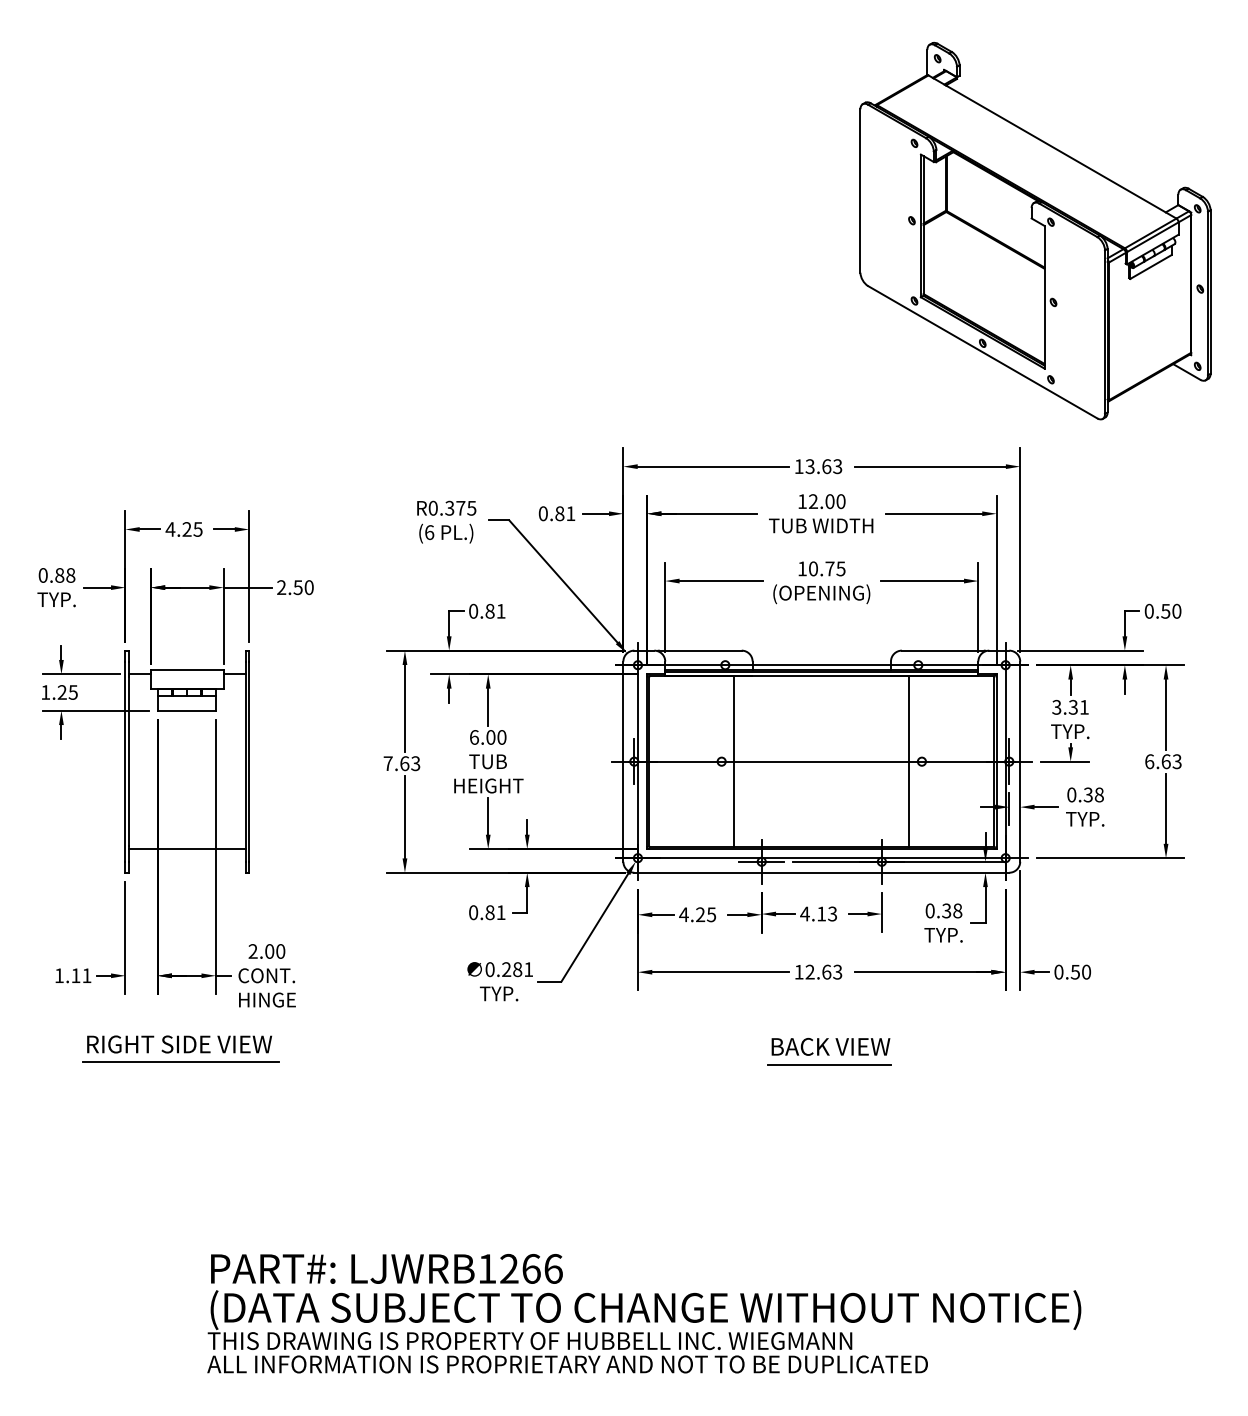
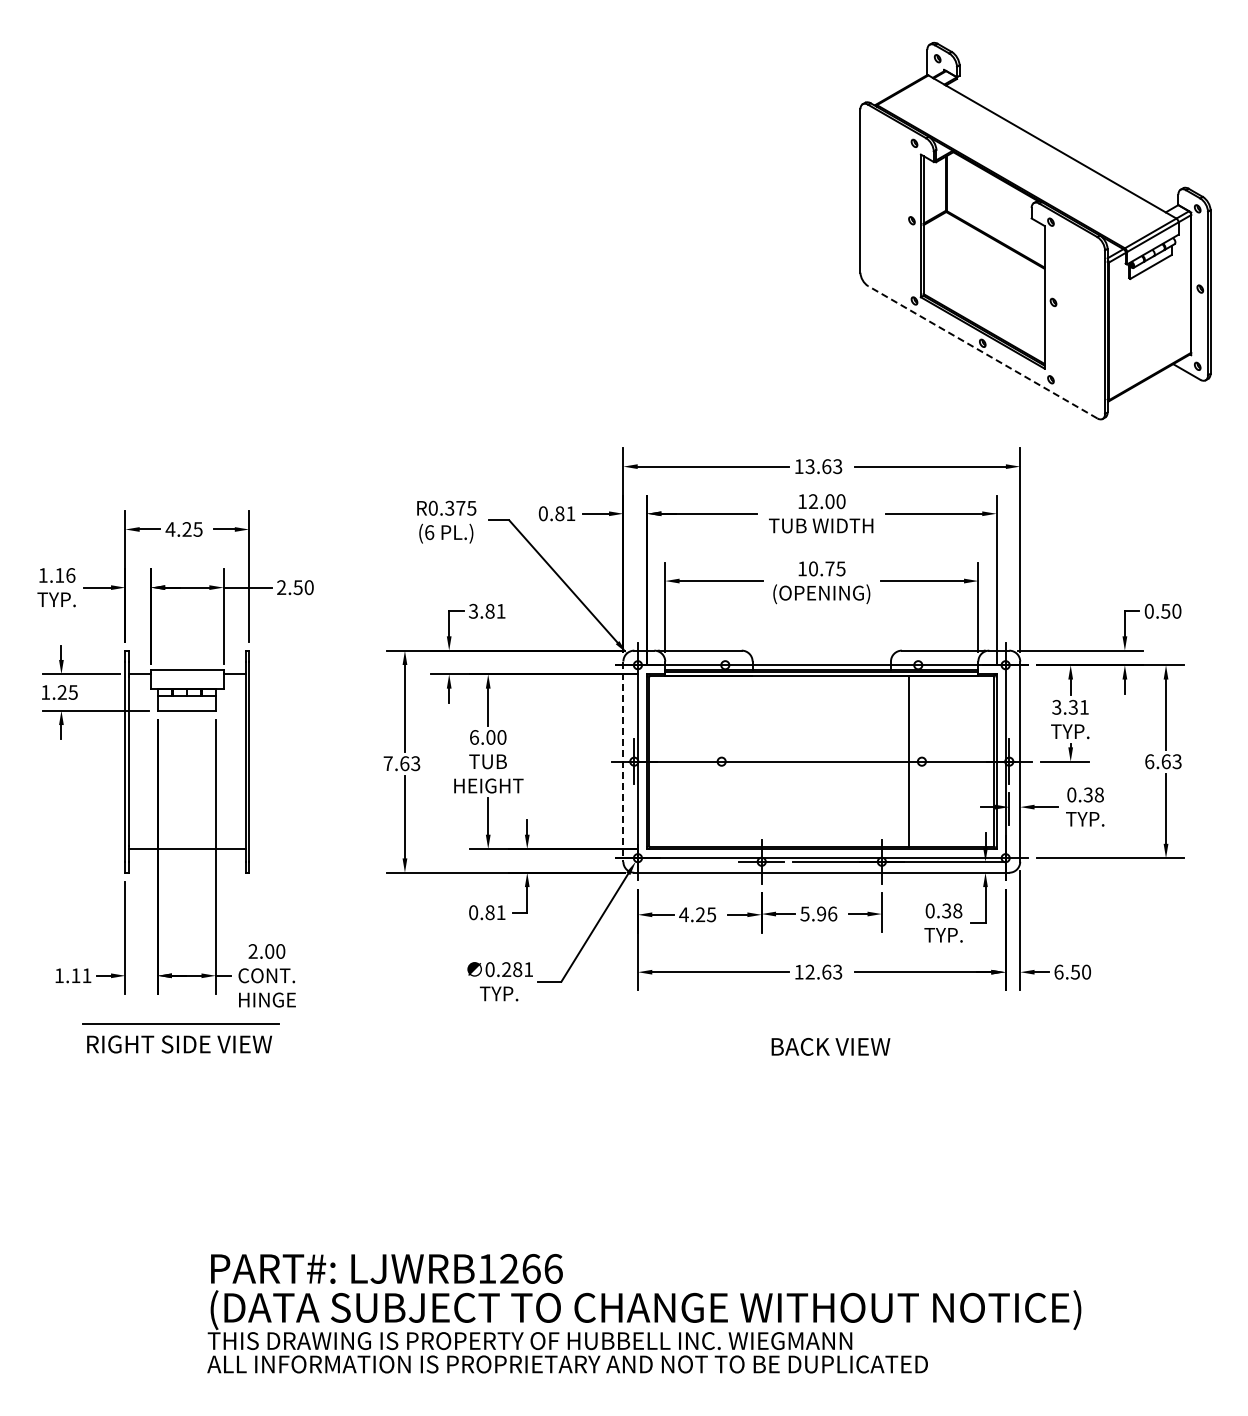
line at (982, 352): solid -> dashed
text at (56, 575): 0.88 -> 1.16
text at (473, 611): 0.81 -> 3.81
line at (734, 761): present -> none
line at (623, 762): solid -> dashed
text at (818, 913): 4.13 -> 5.96
text at (1058, 971): 0.50 -> 6.50
line at (180, 1061) position: (180, 1061) -> (180, 1023)
line at (828, 1064): present -> none
